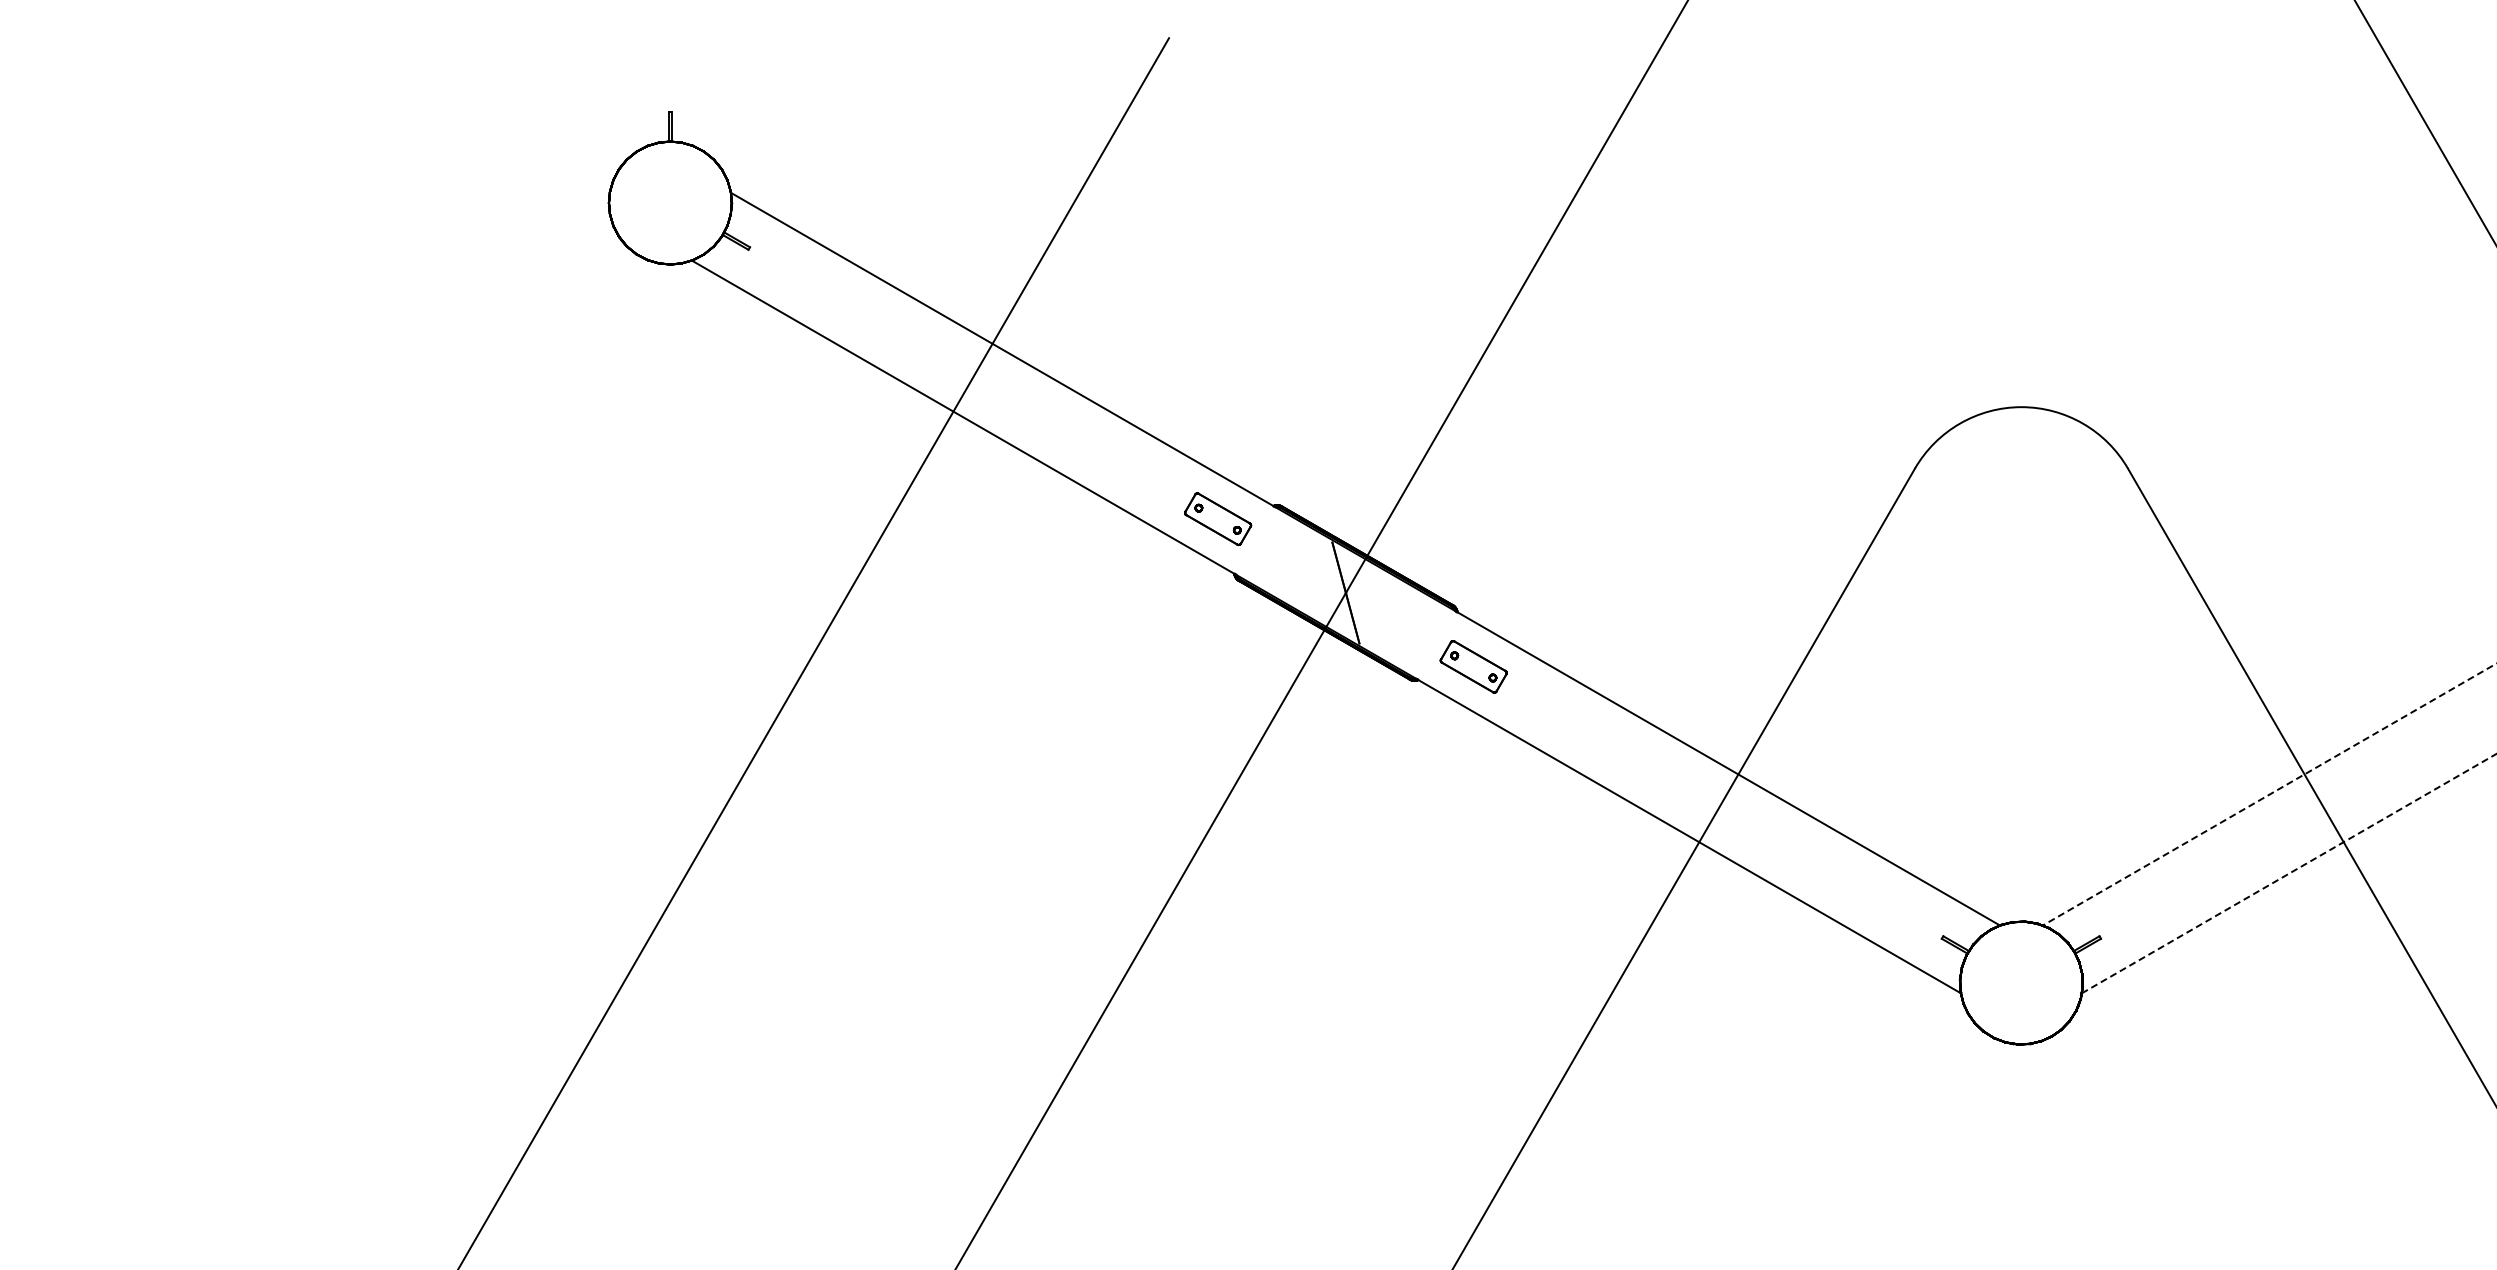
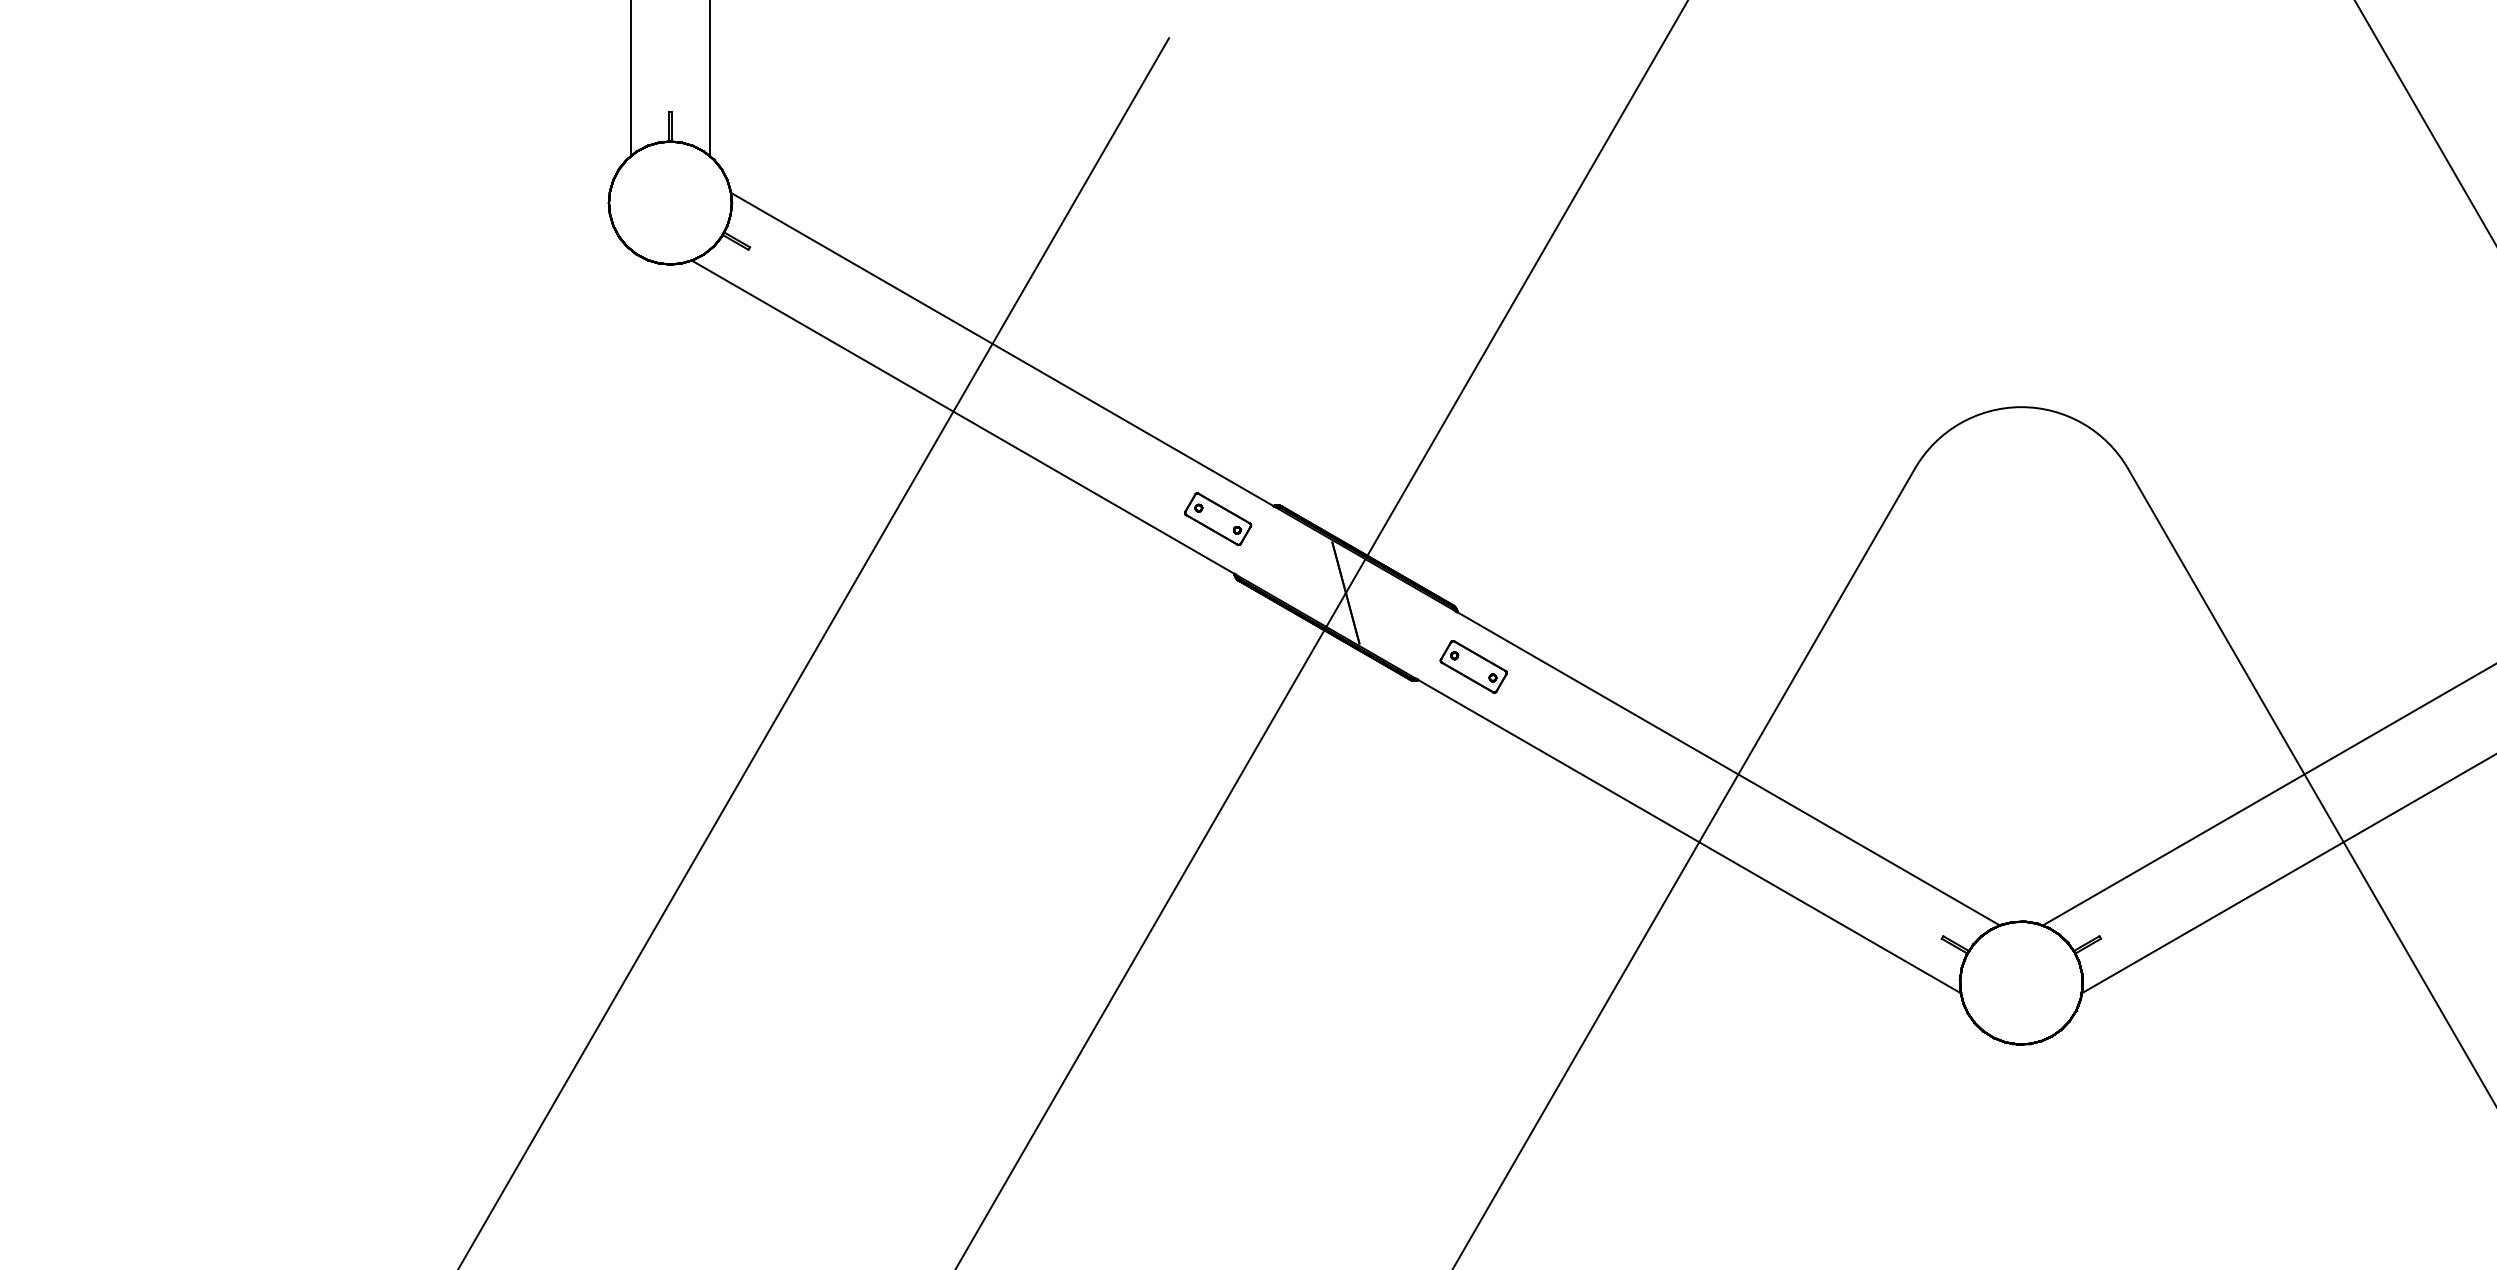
line at (631, 78): none -> present
line at (709, 78): none -> present
line at (2269, 794): dashed -> solid
line at (2289, 873): dashed -> solid
